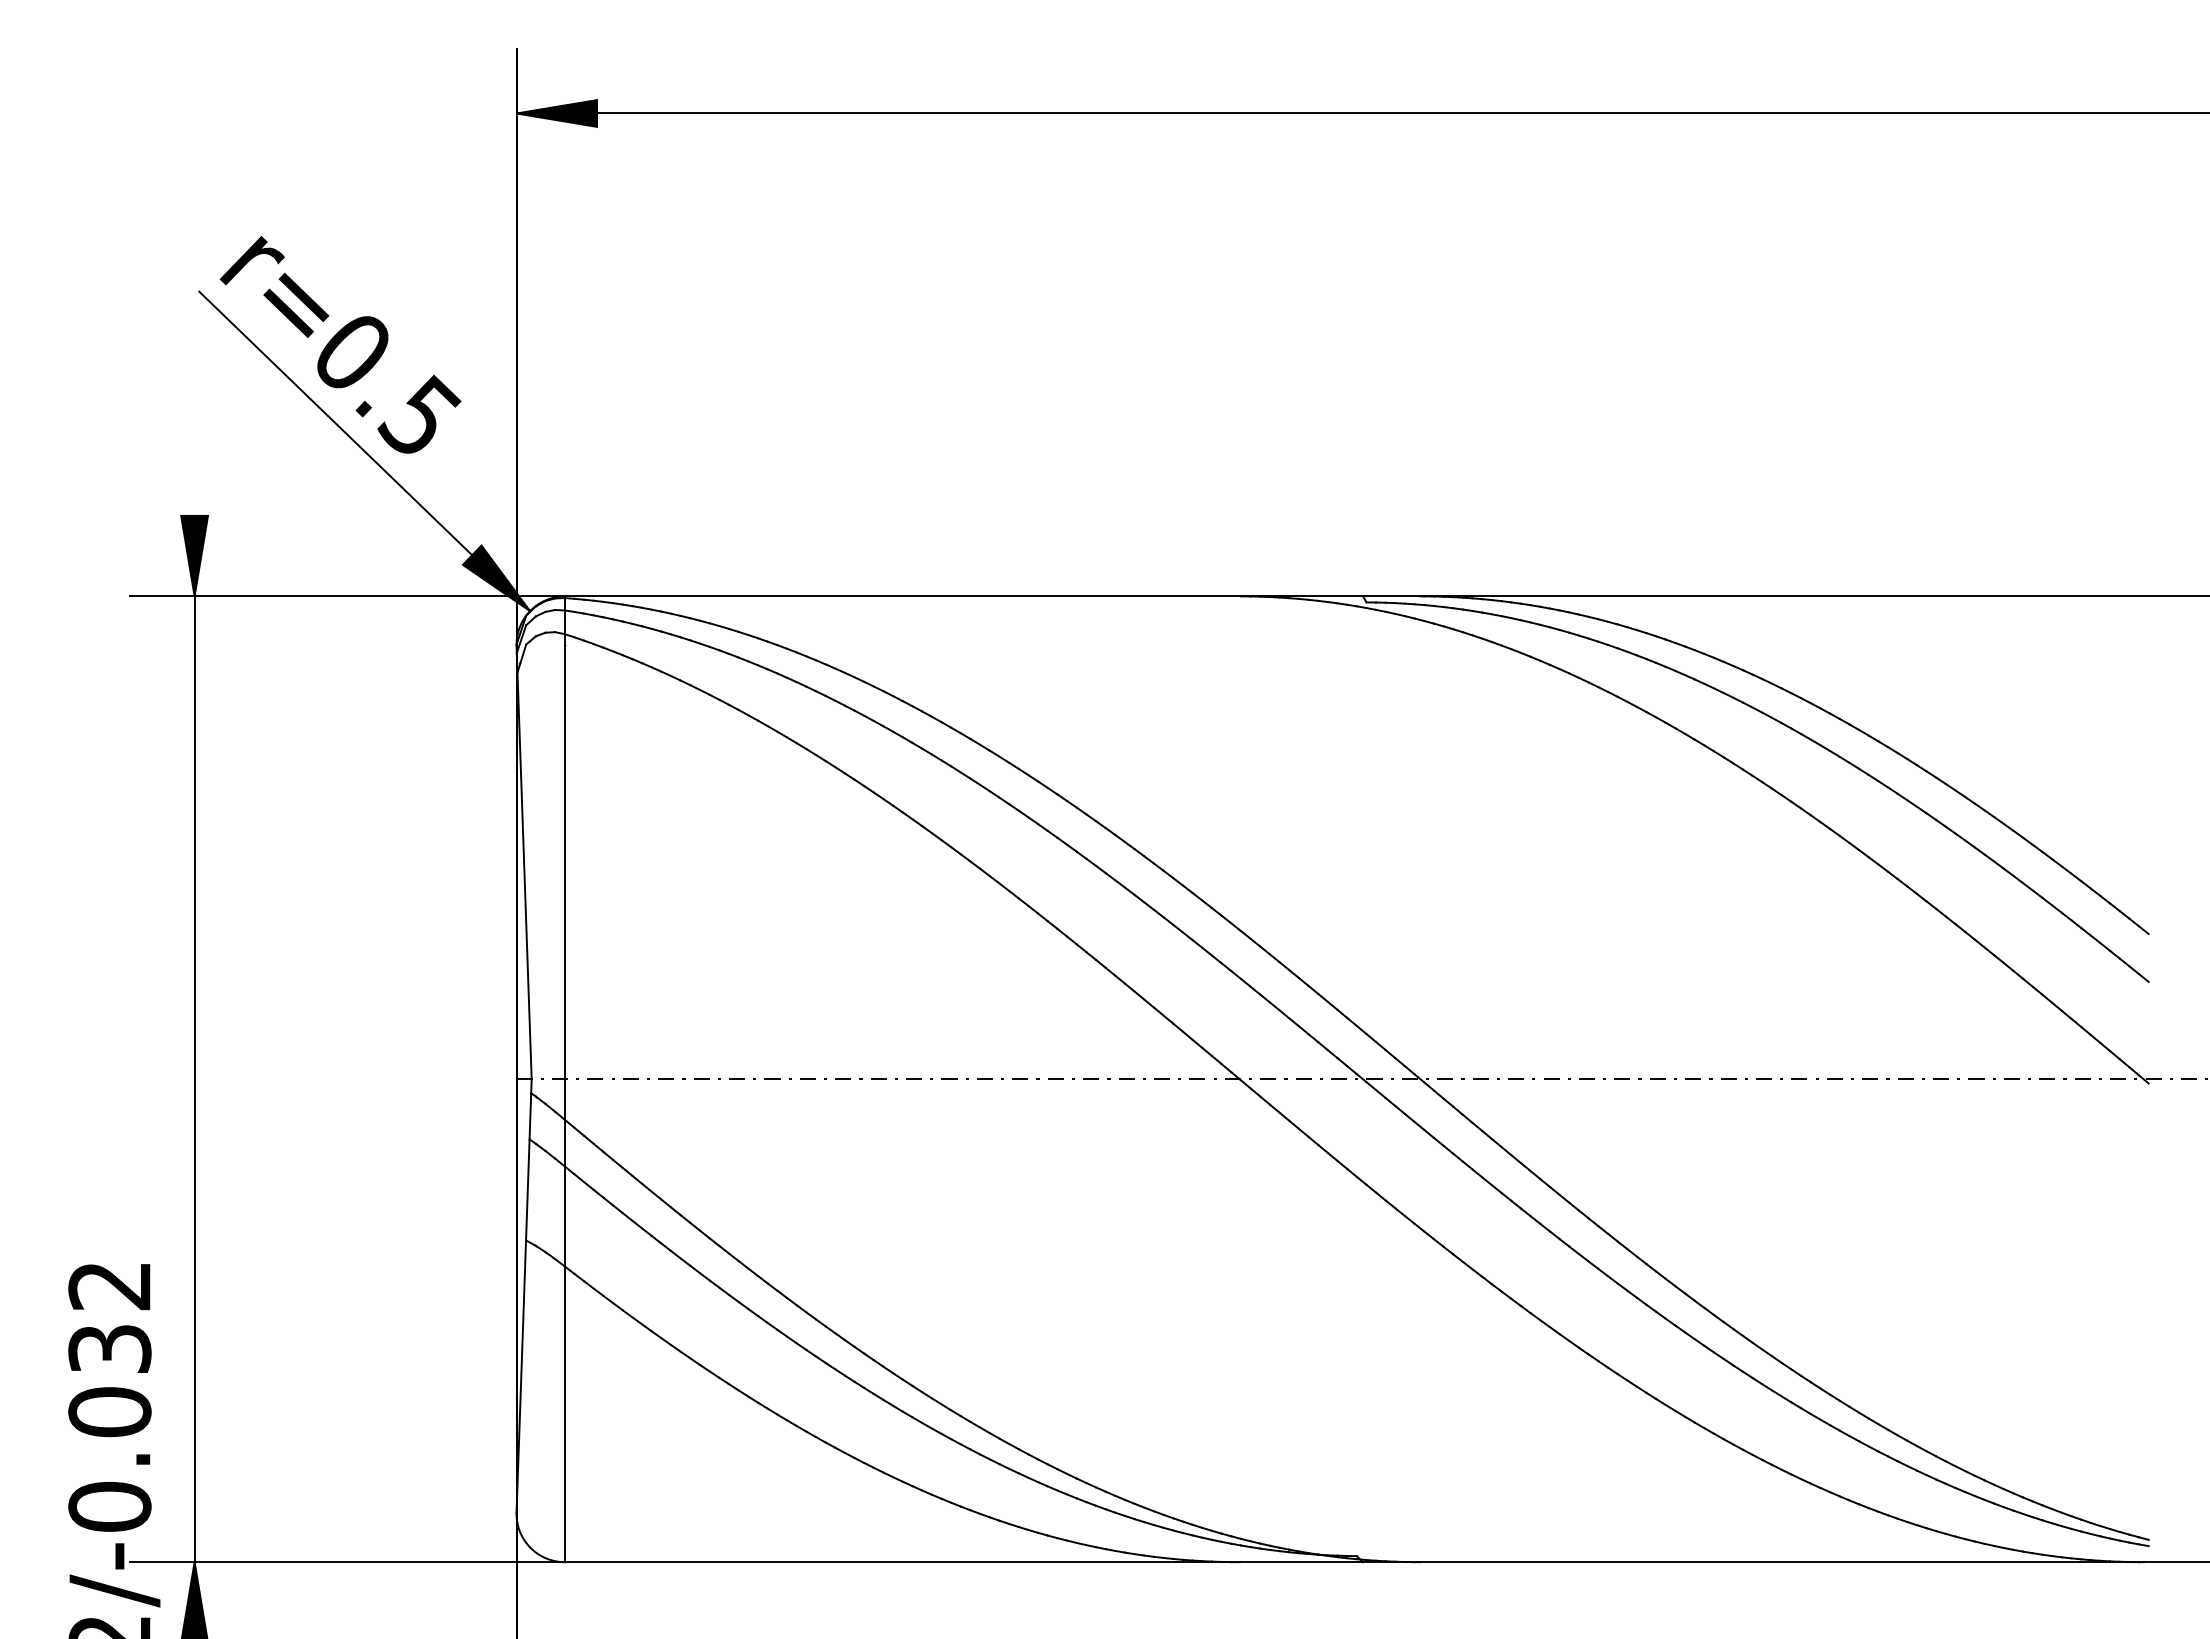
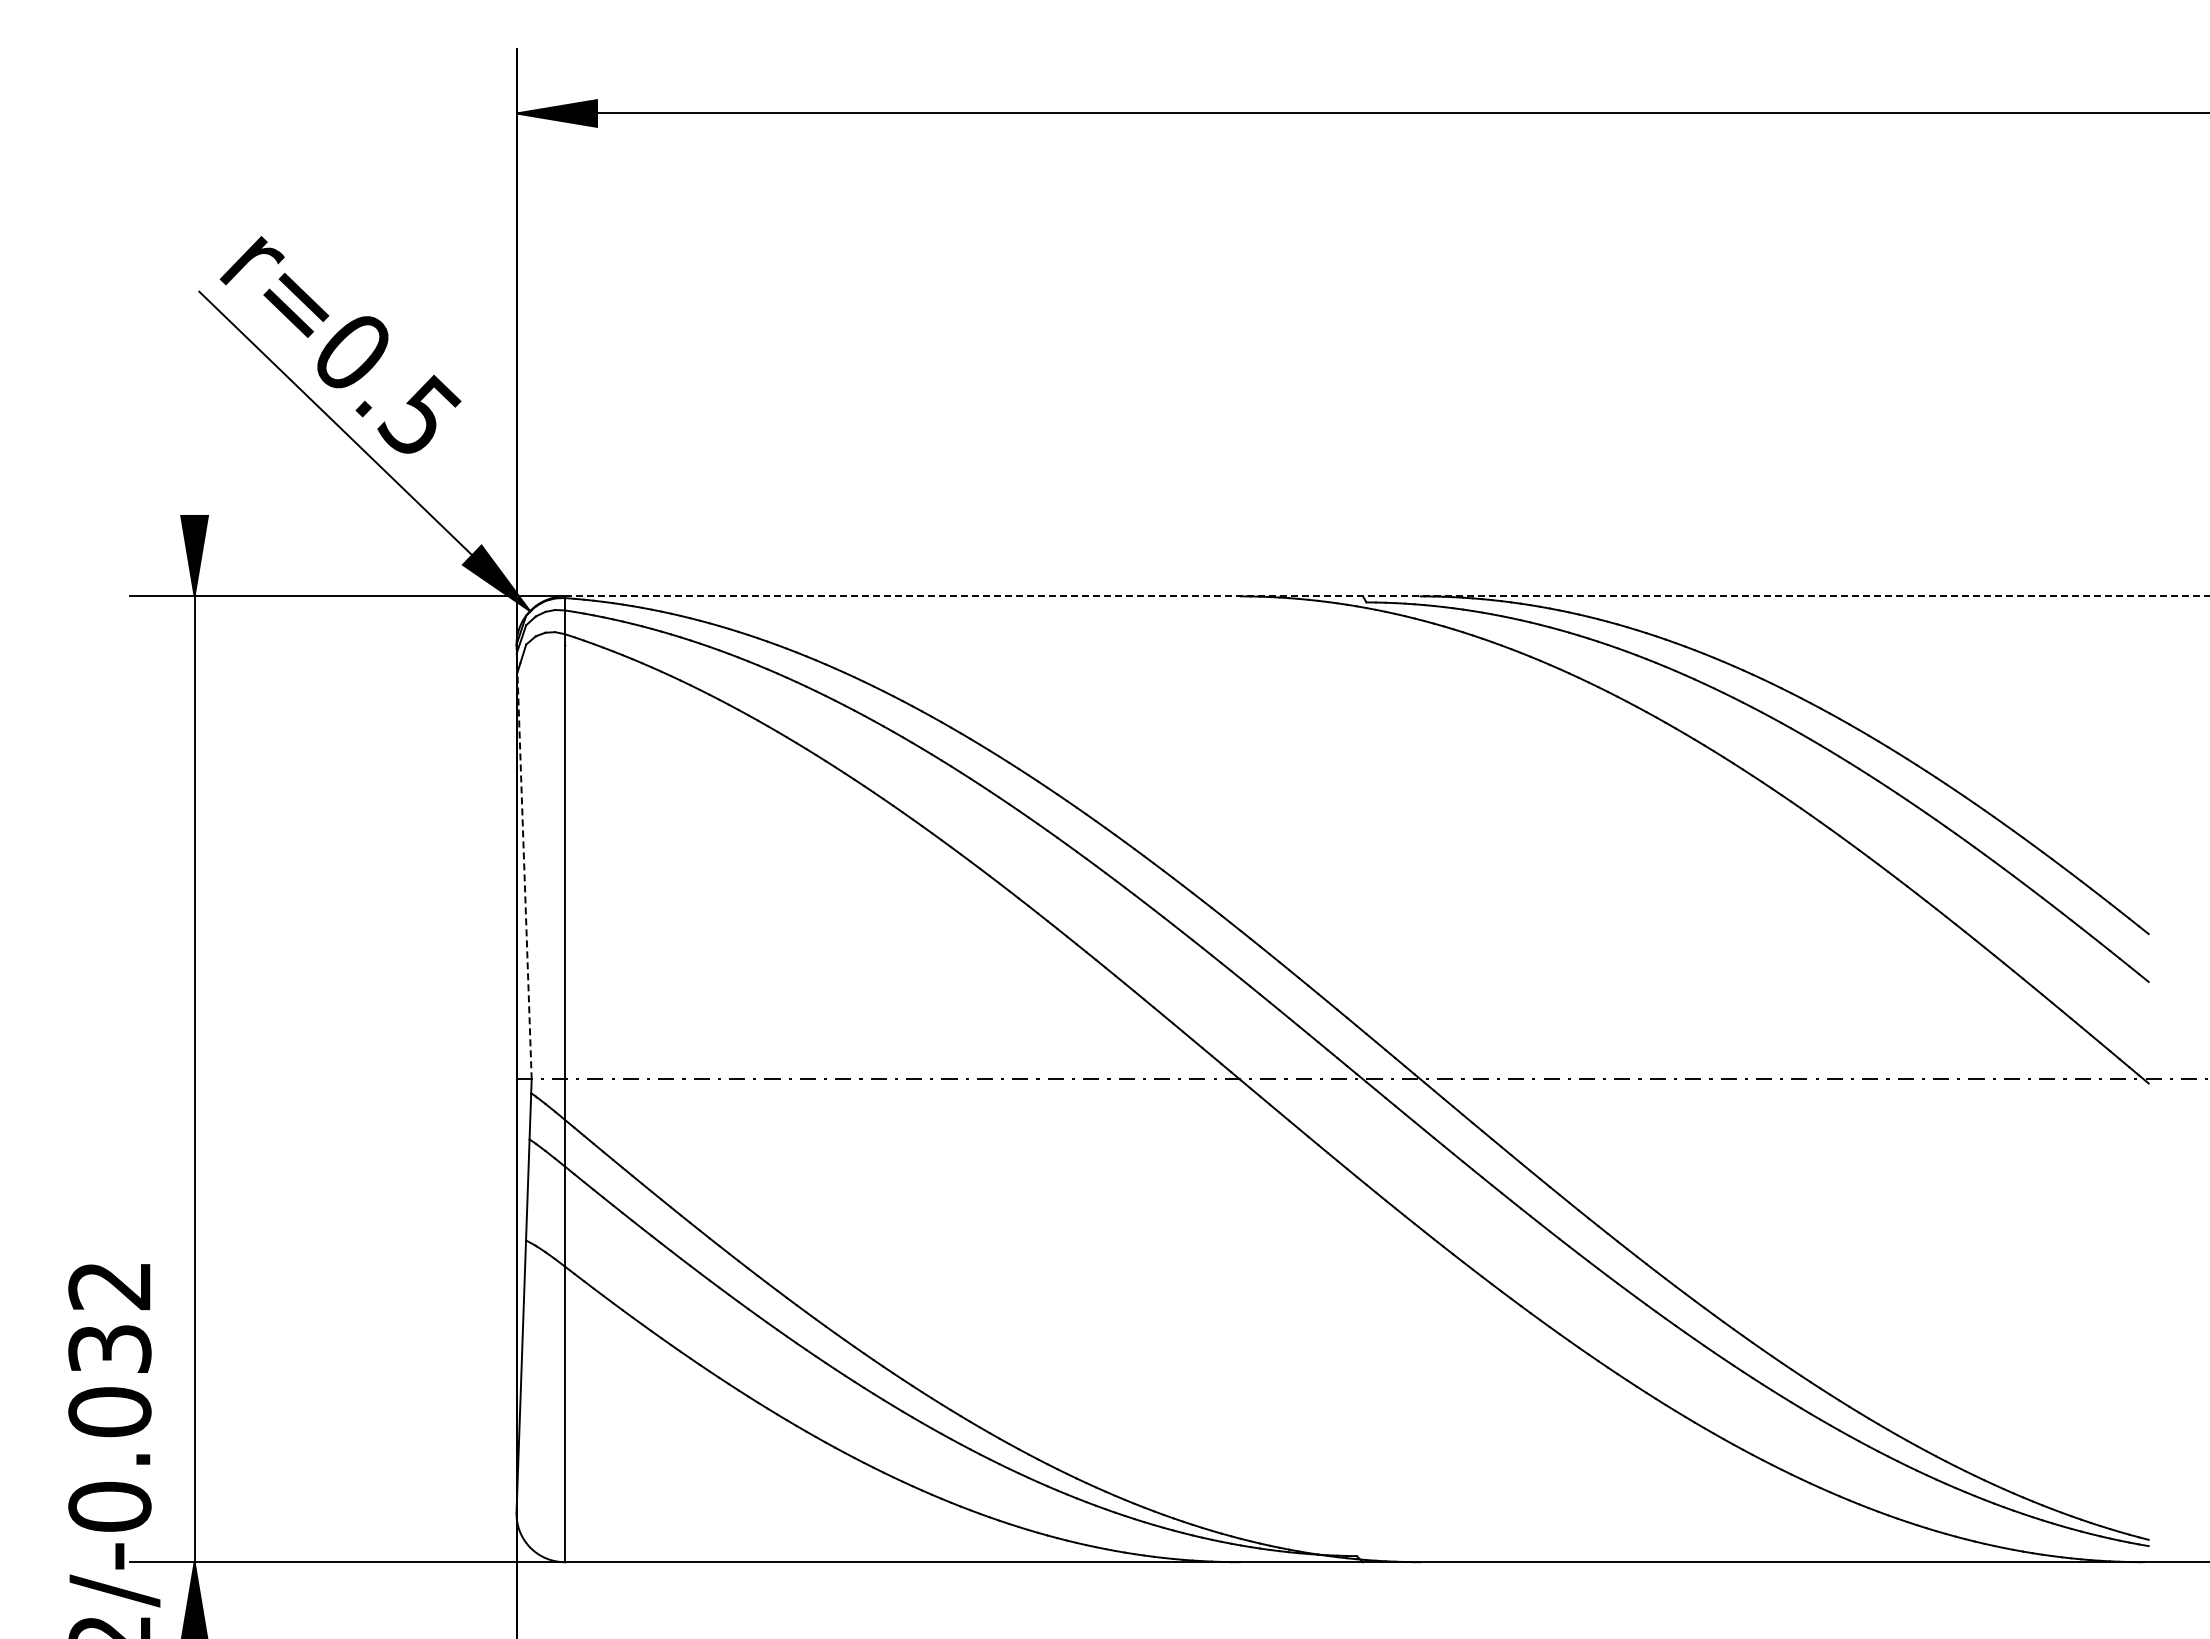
line at (1387, 596): solid -> dashed
line at (524, 862): solid -> dashed
